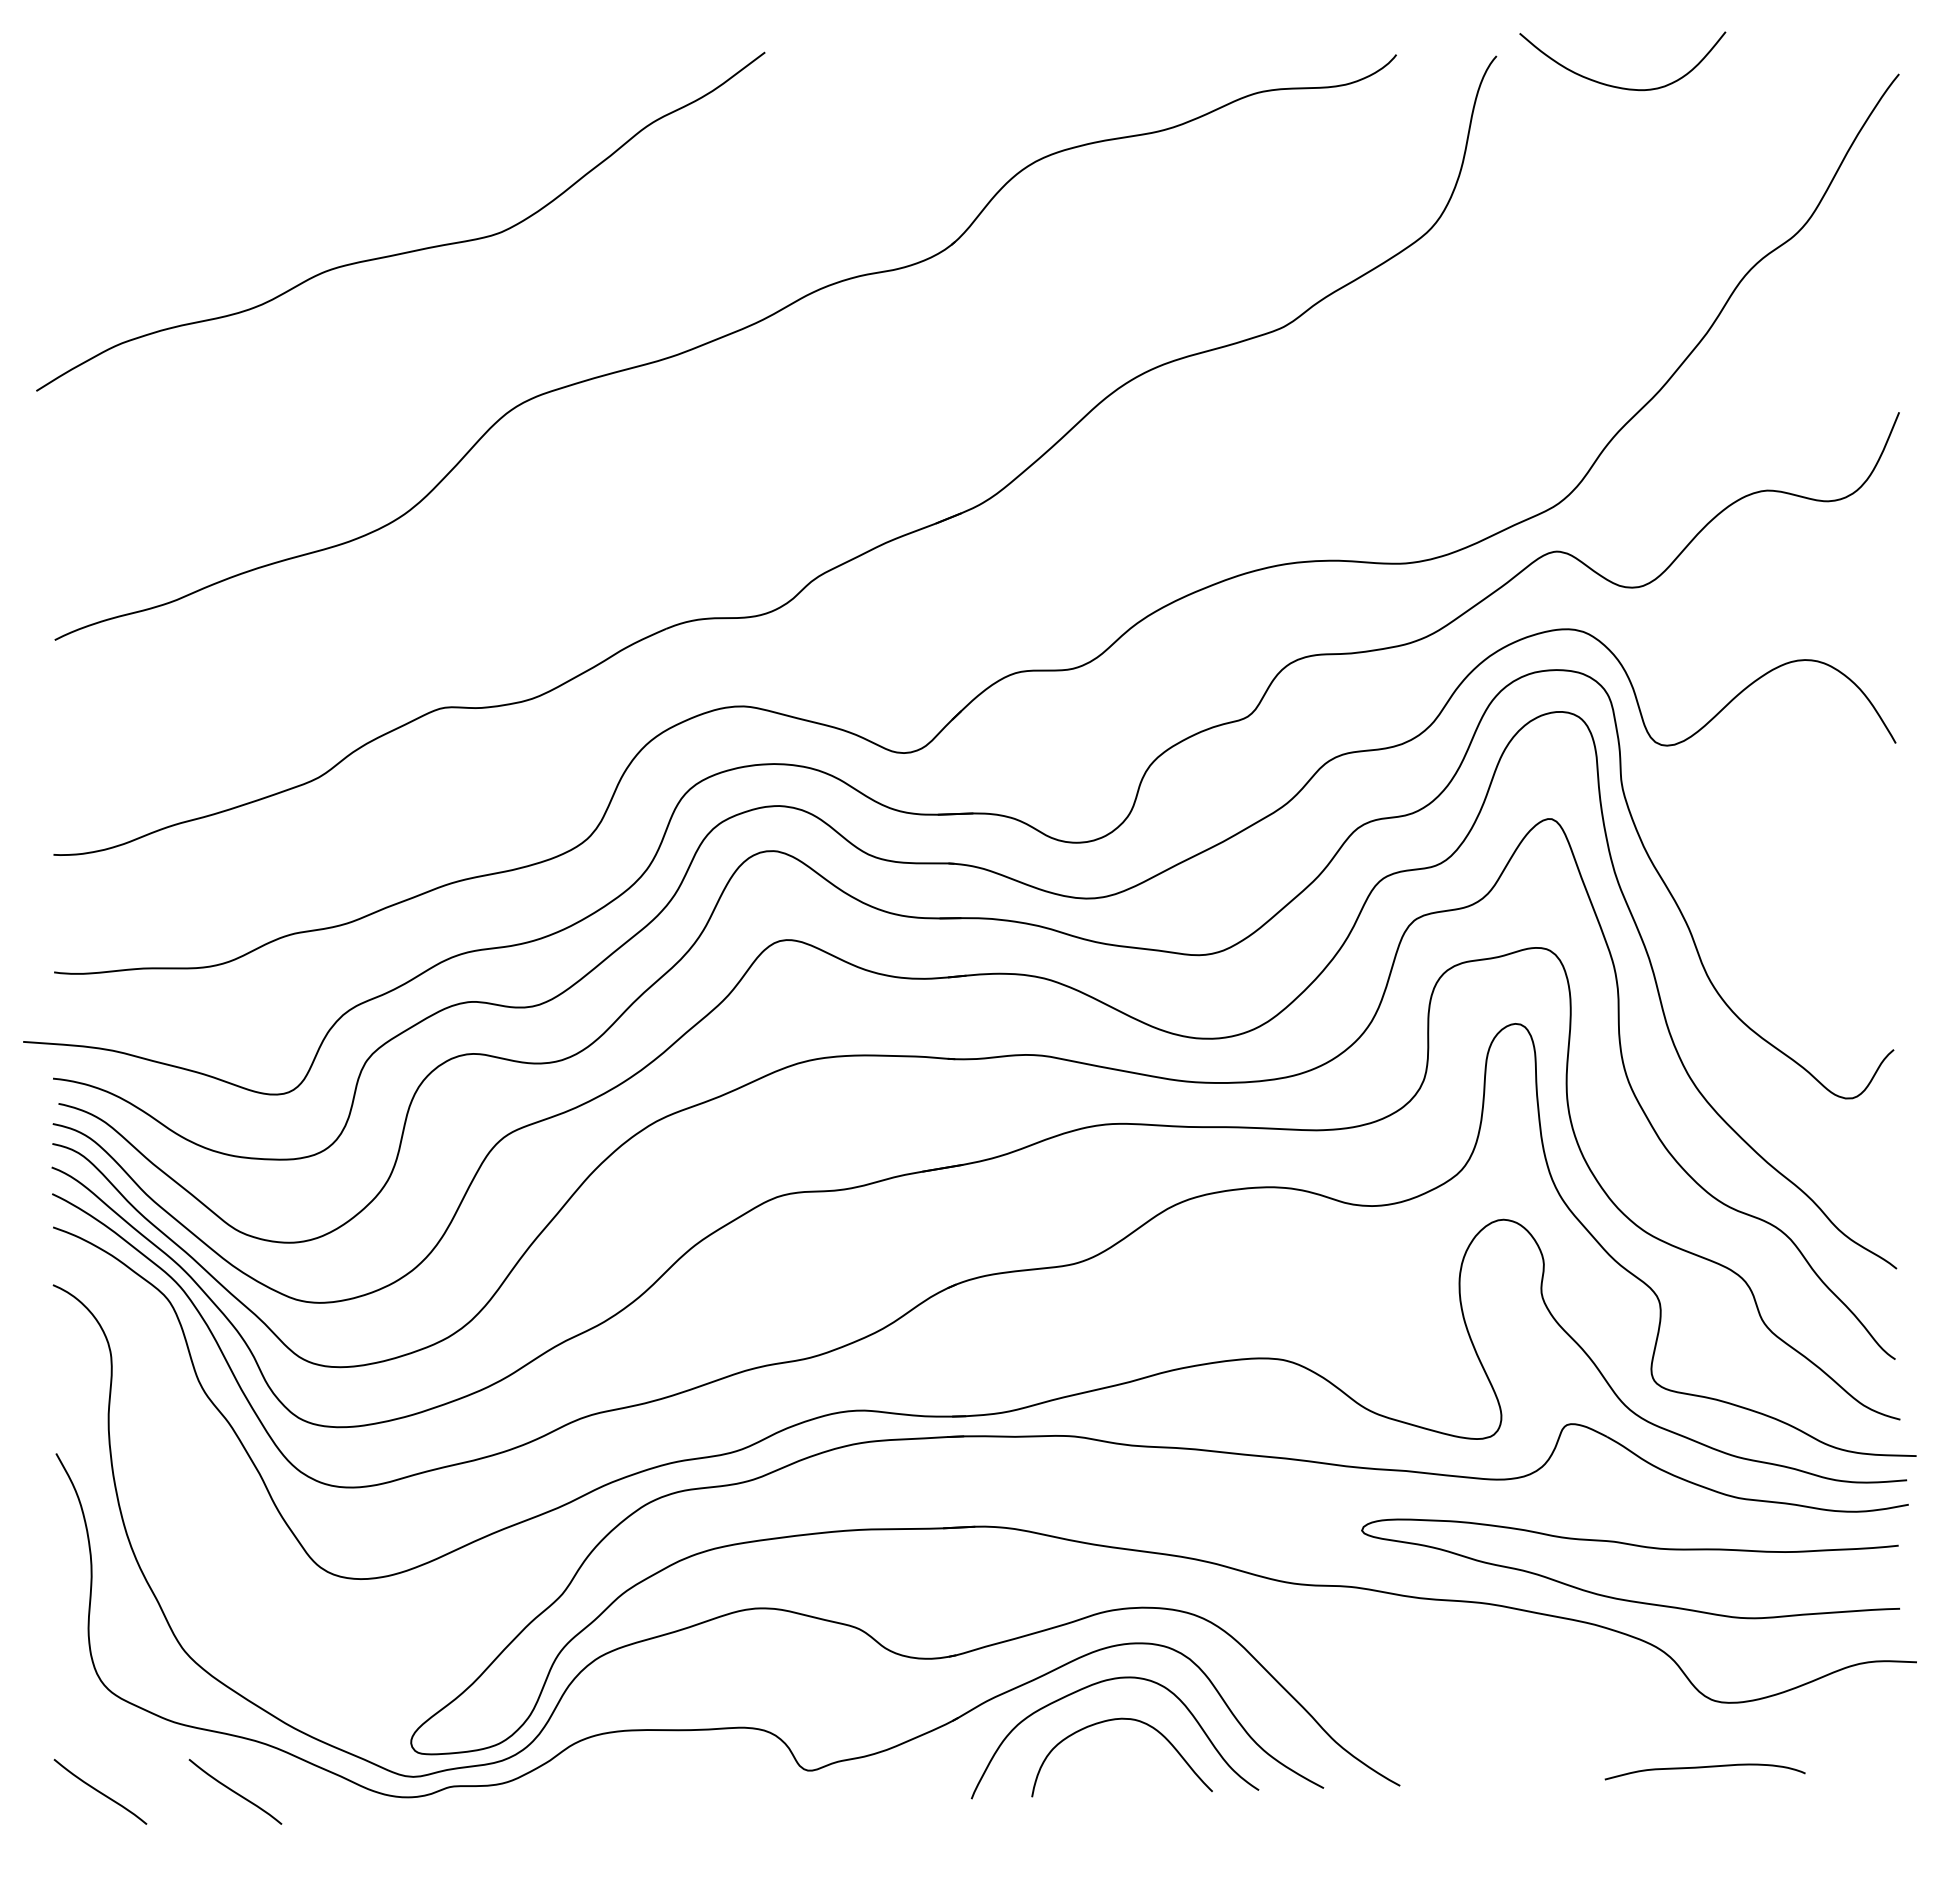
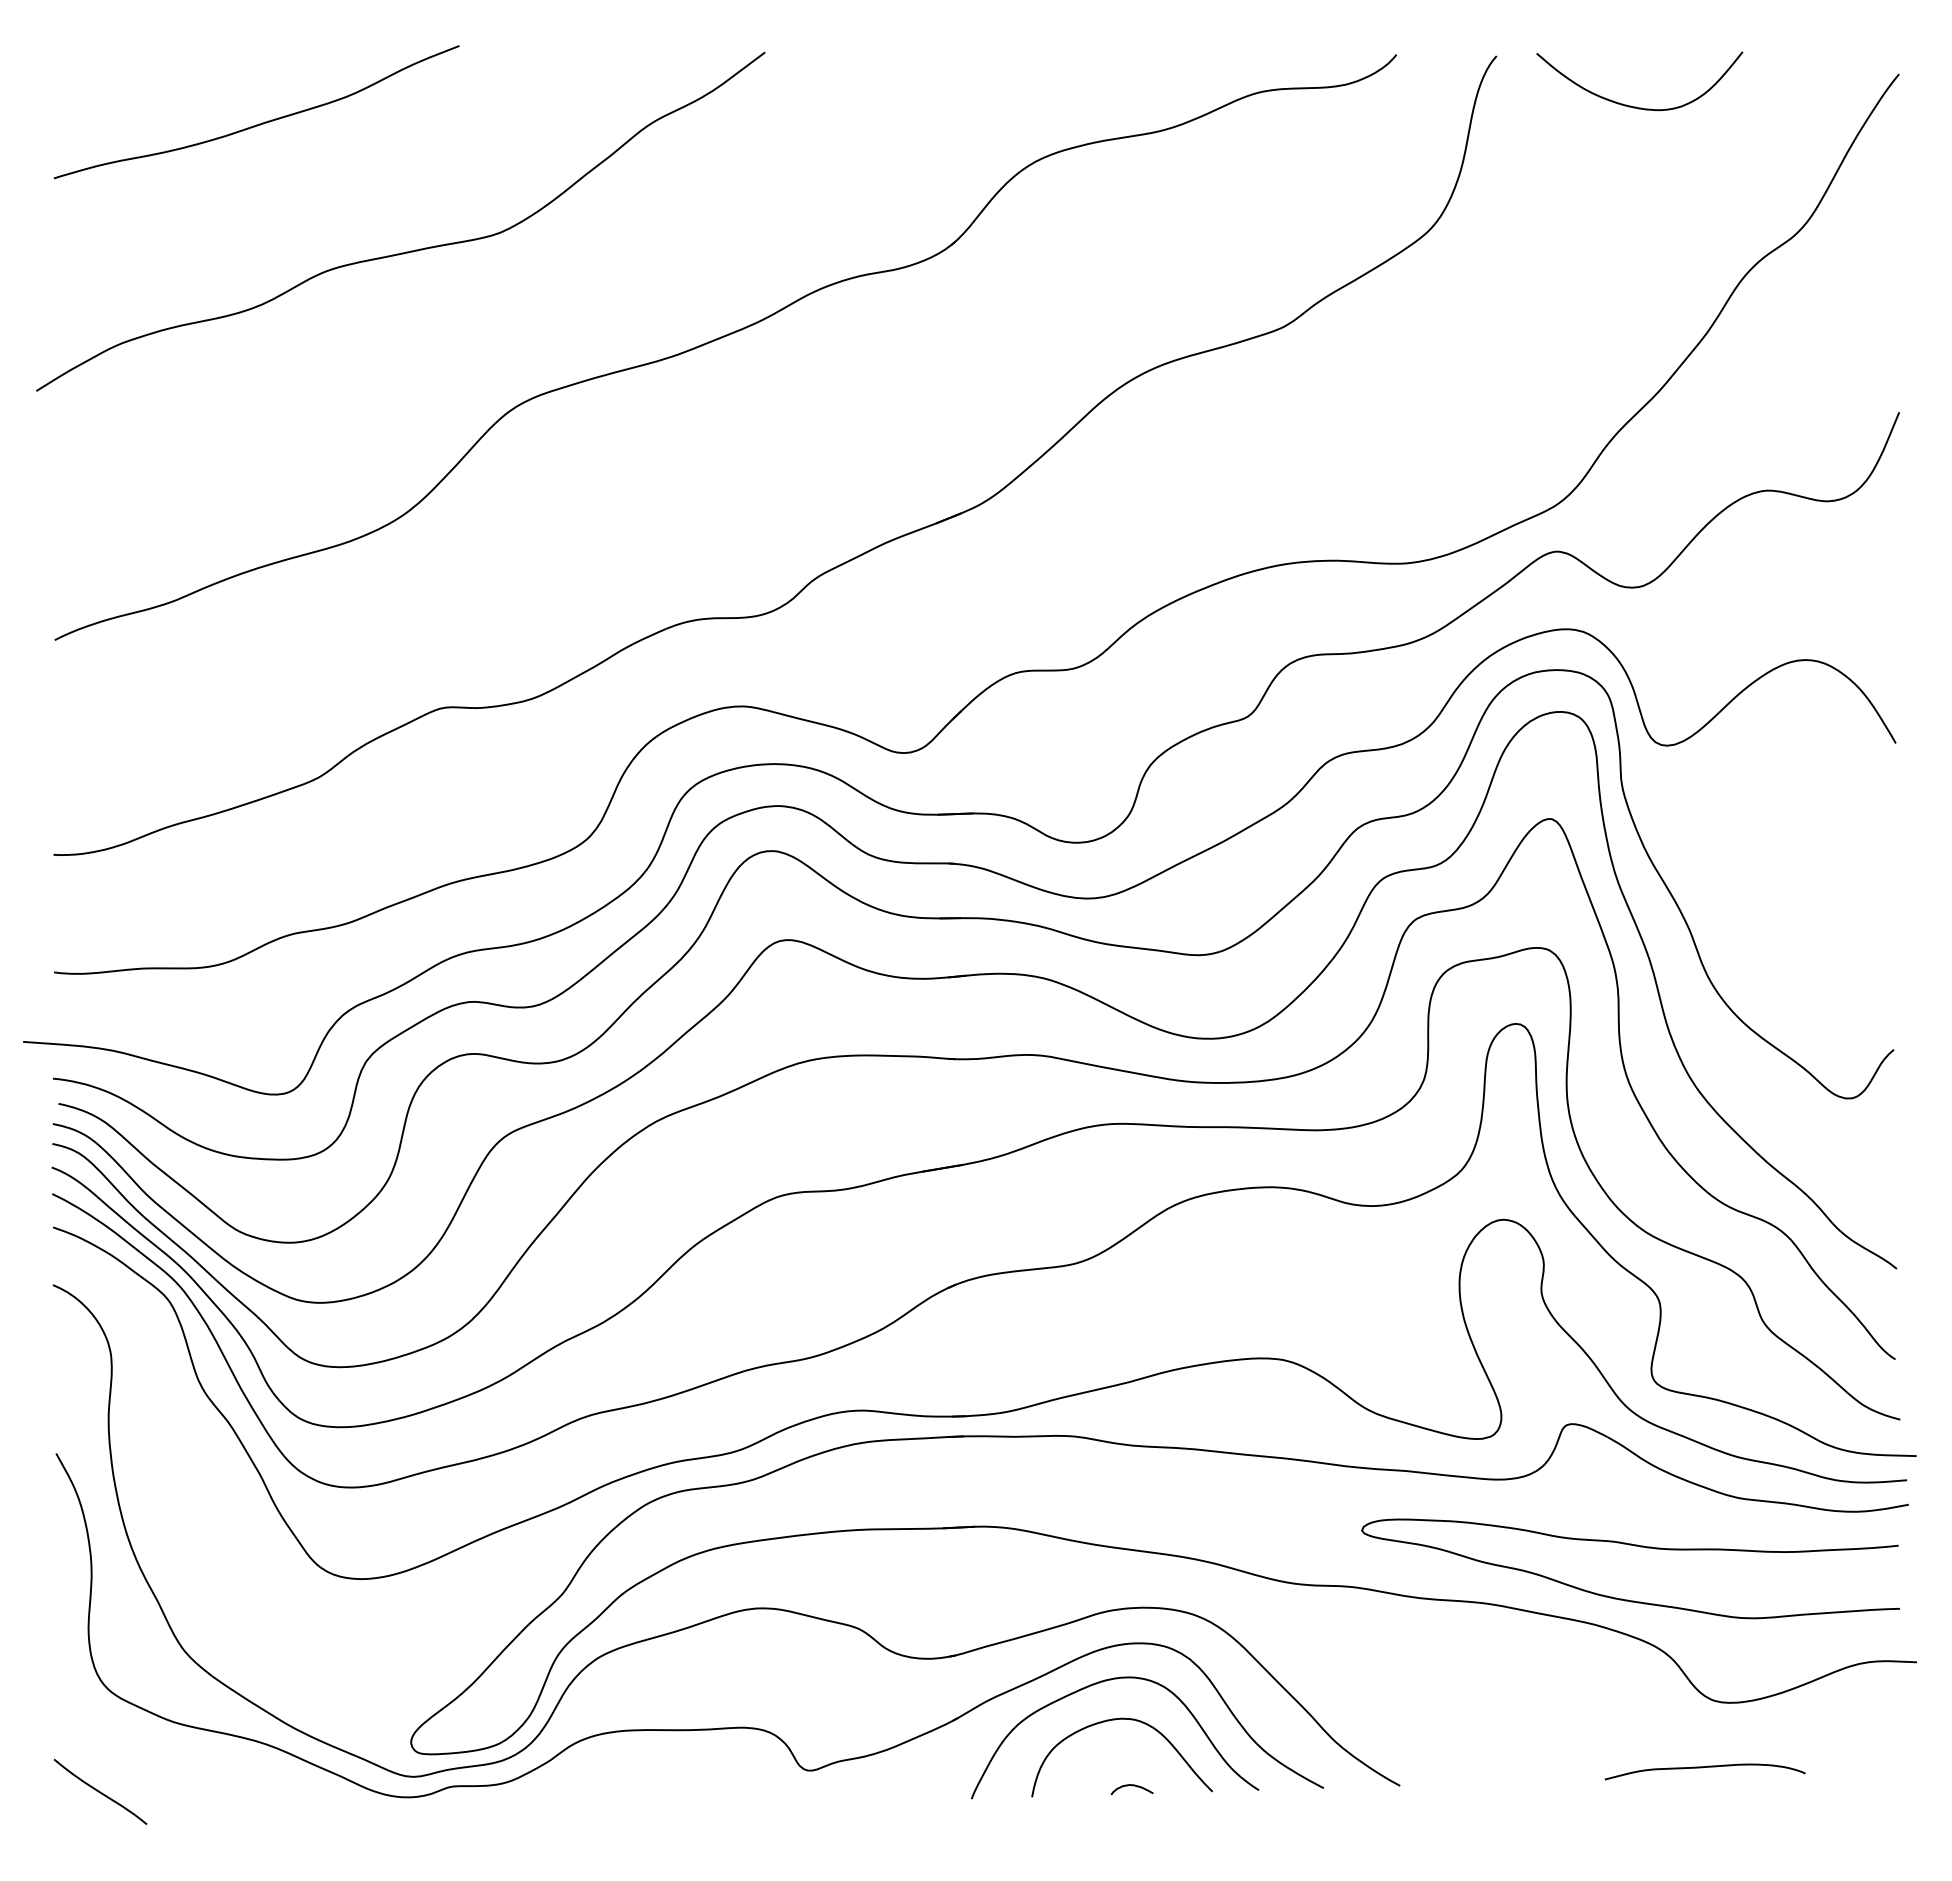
curve at (1618, 86) position: (1618, 86) -> (1635, 106)
curve at (259, 123): none -> present
curve at (1132, 1786): none -> present
curve at (235, 1791): present -> none
